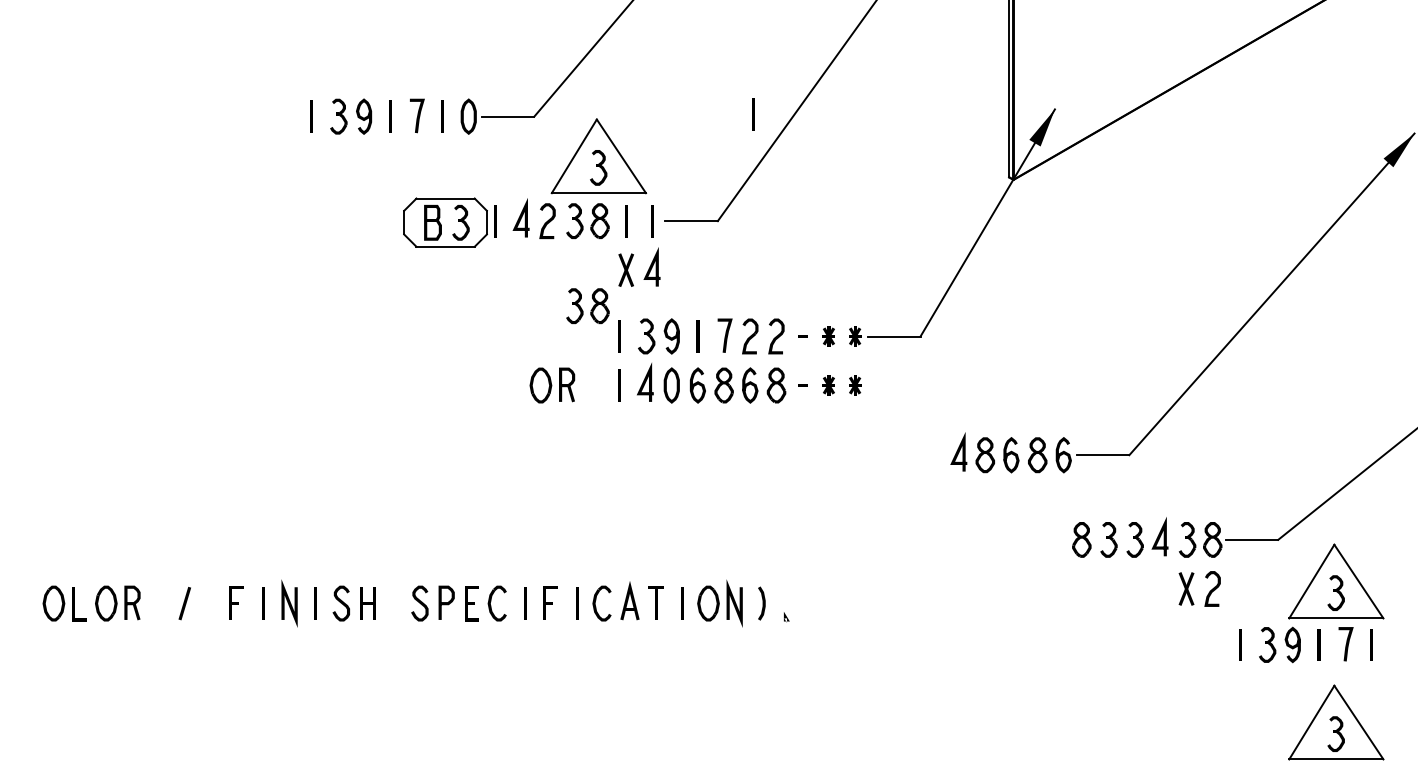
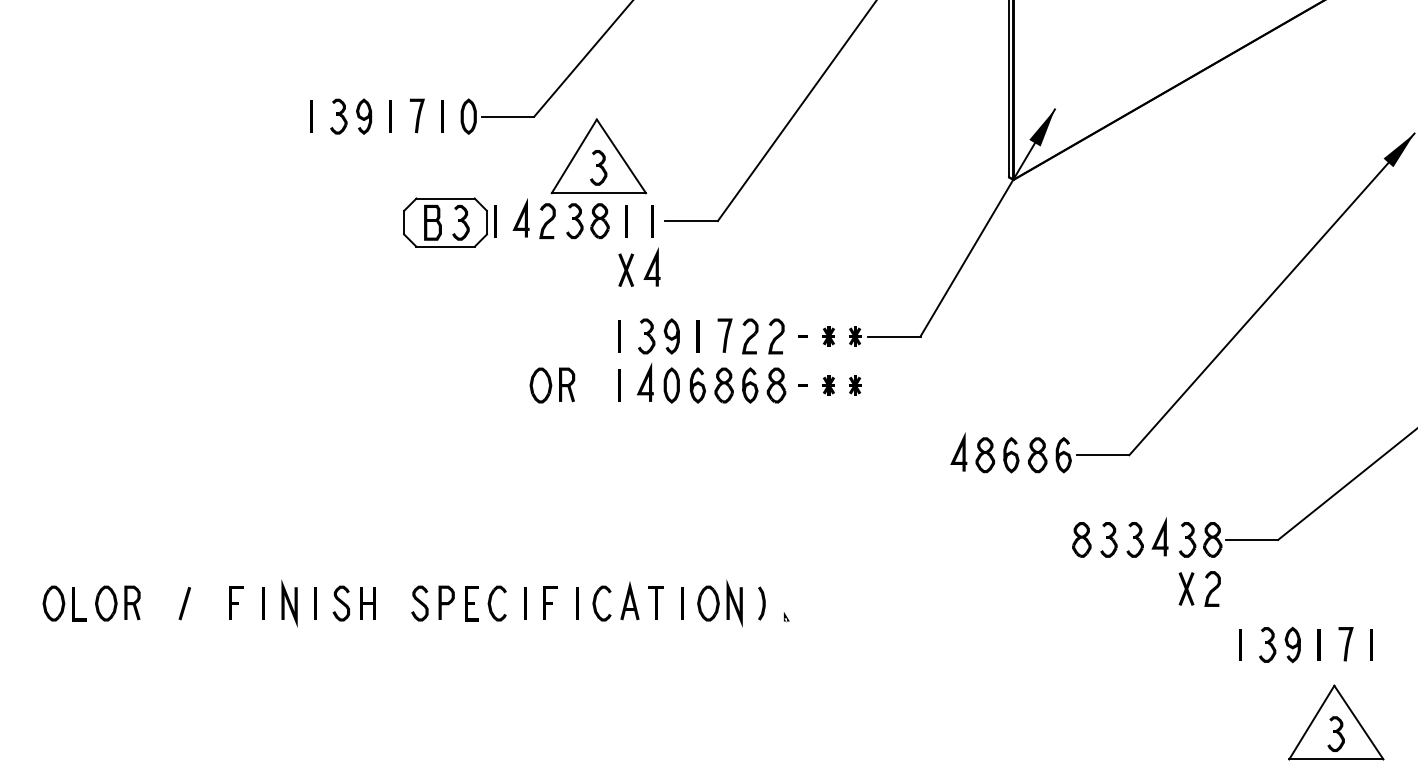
line at (753, 114): present -> none
part at (587, 306): present -> none
part at (1336, 581): present -> none
